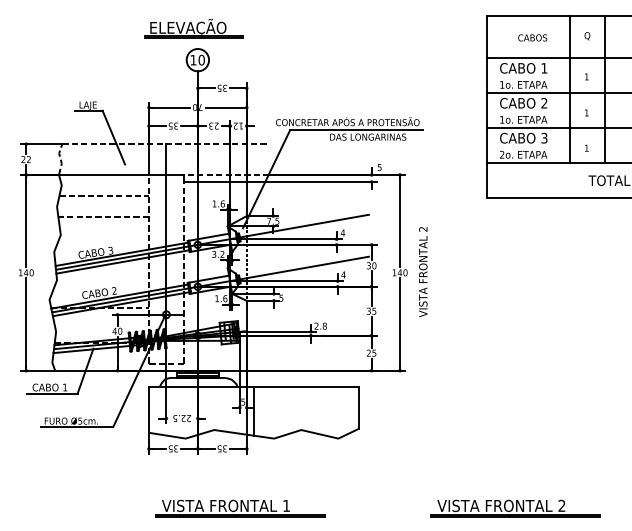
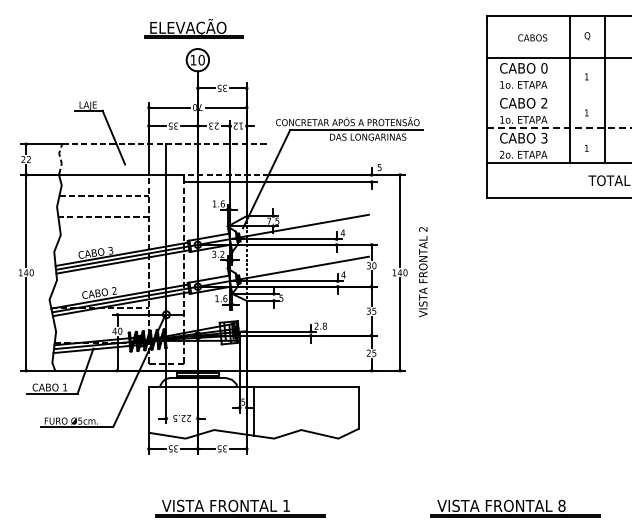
text at (544, 68): 1 -> 0
line at (557, 92): present -> none
line at (559, 127): solid -> dashed
text at (561, 505): 2 -> 8
